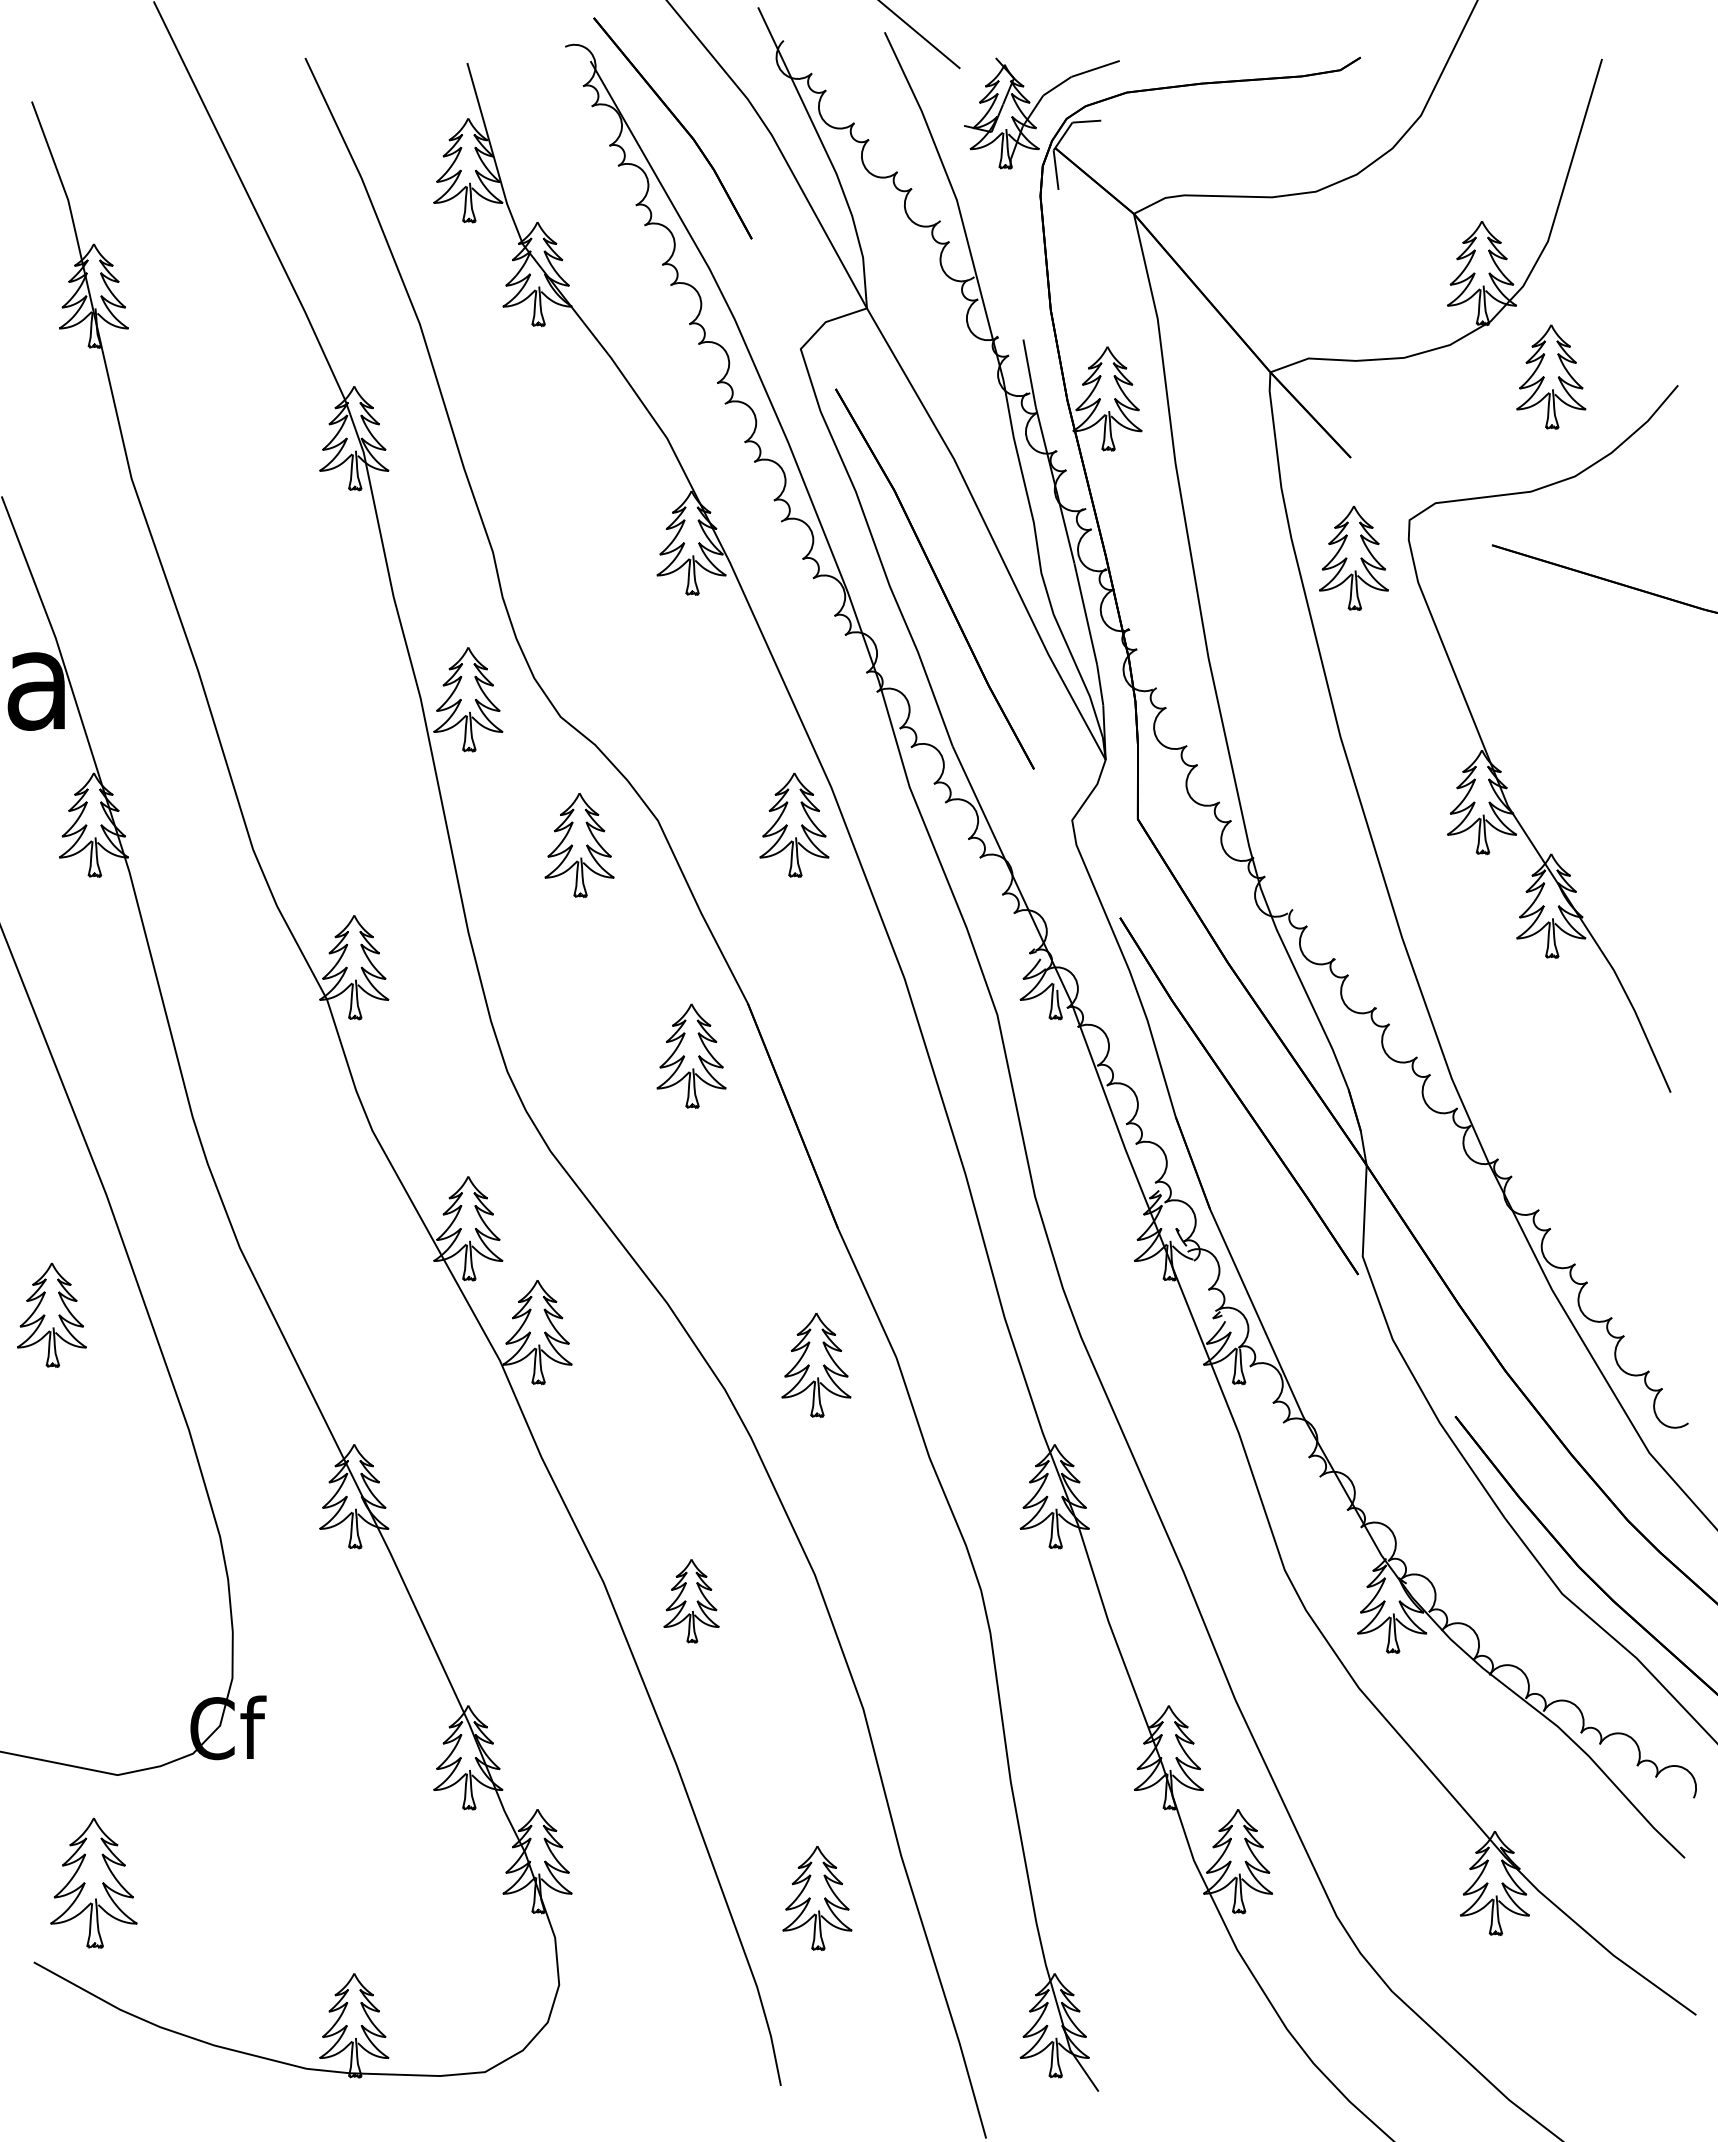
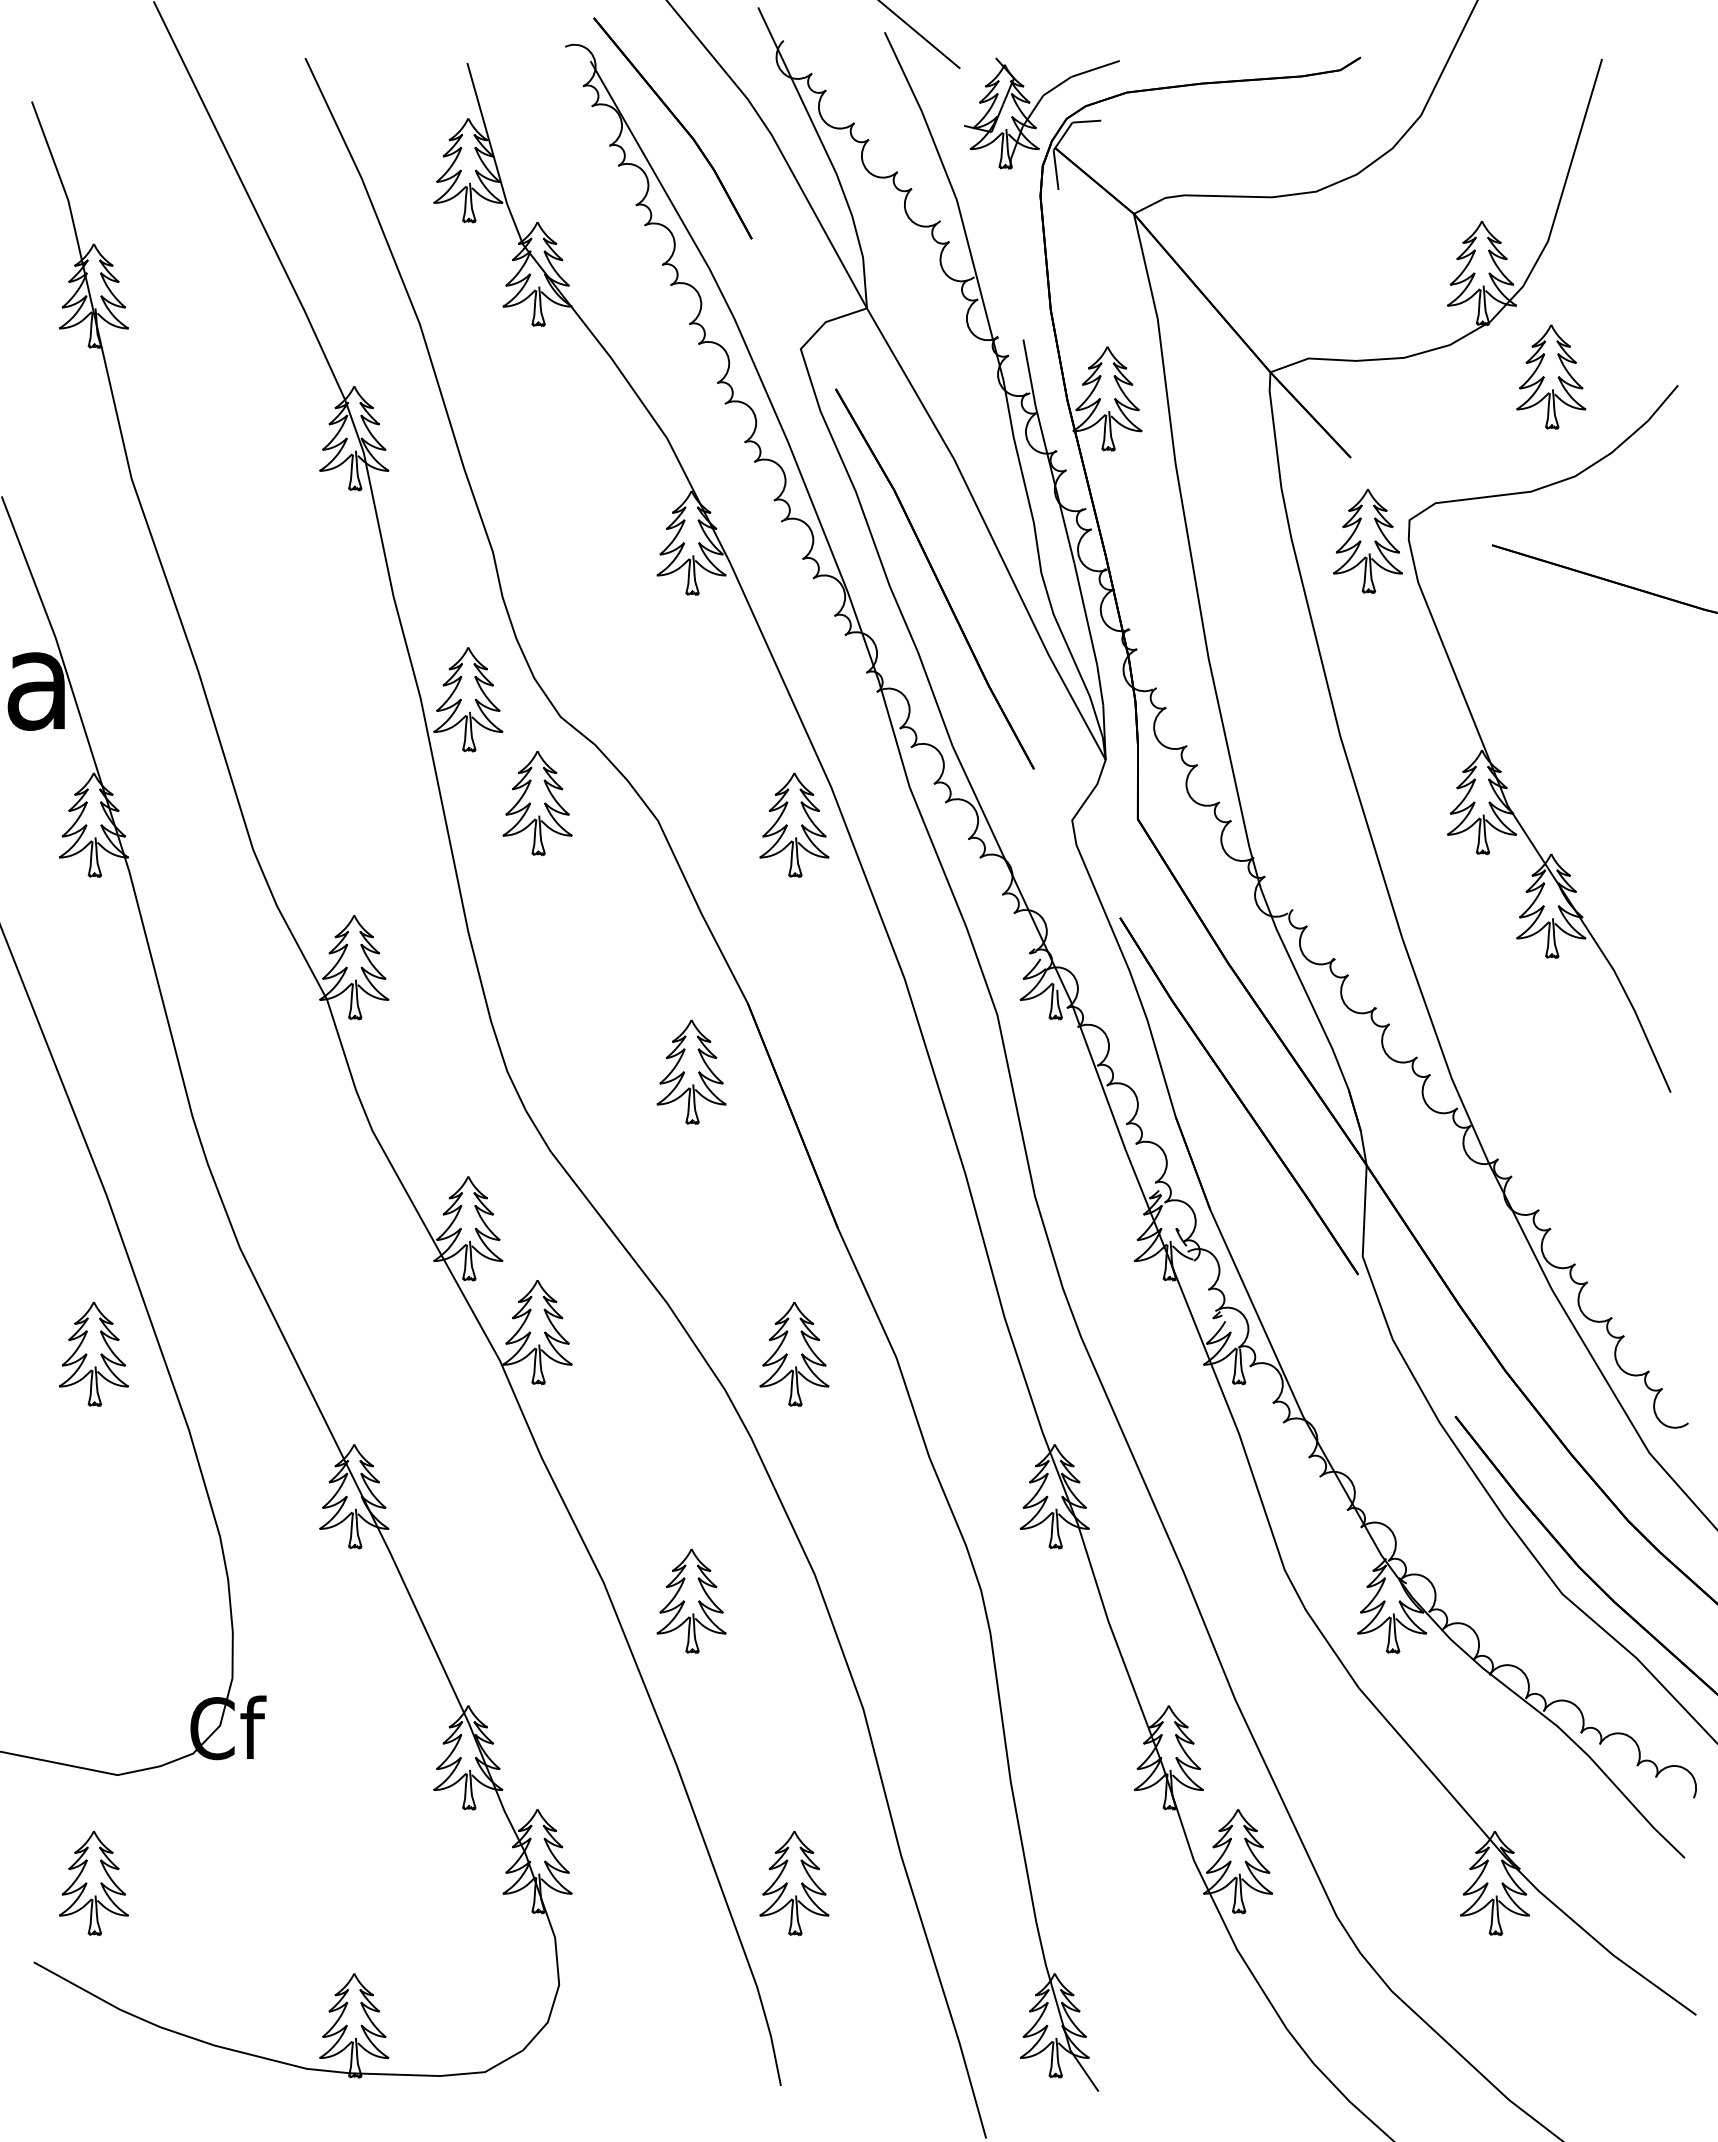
part at (1353, 557) position: (1353, 557) -> (1367, 540)
part at (579, 845) position: (579, 845) -> (537, 803)
part at (691, 1055) position: (691, 1055) -> (691, 1071)
part at (51, 1314) position: (51, 1314) -> (93, 1353)
part at (816, 1365) position: (816, 1365) -> (794, 1354)
part at (691, 1601) size: 57x85 px -> 71x106 px
part at (93, 1882) size: 88x132 px -> 70x105 px
part at (817, 1898) position: (817, 1898) -> (794, 1883)
